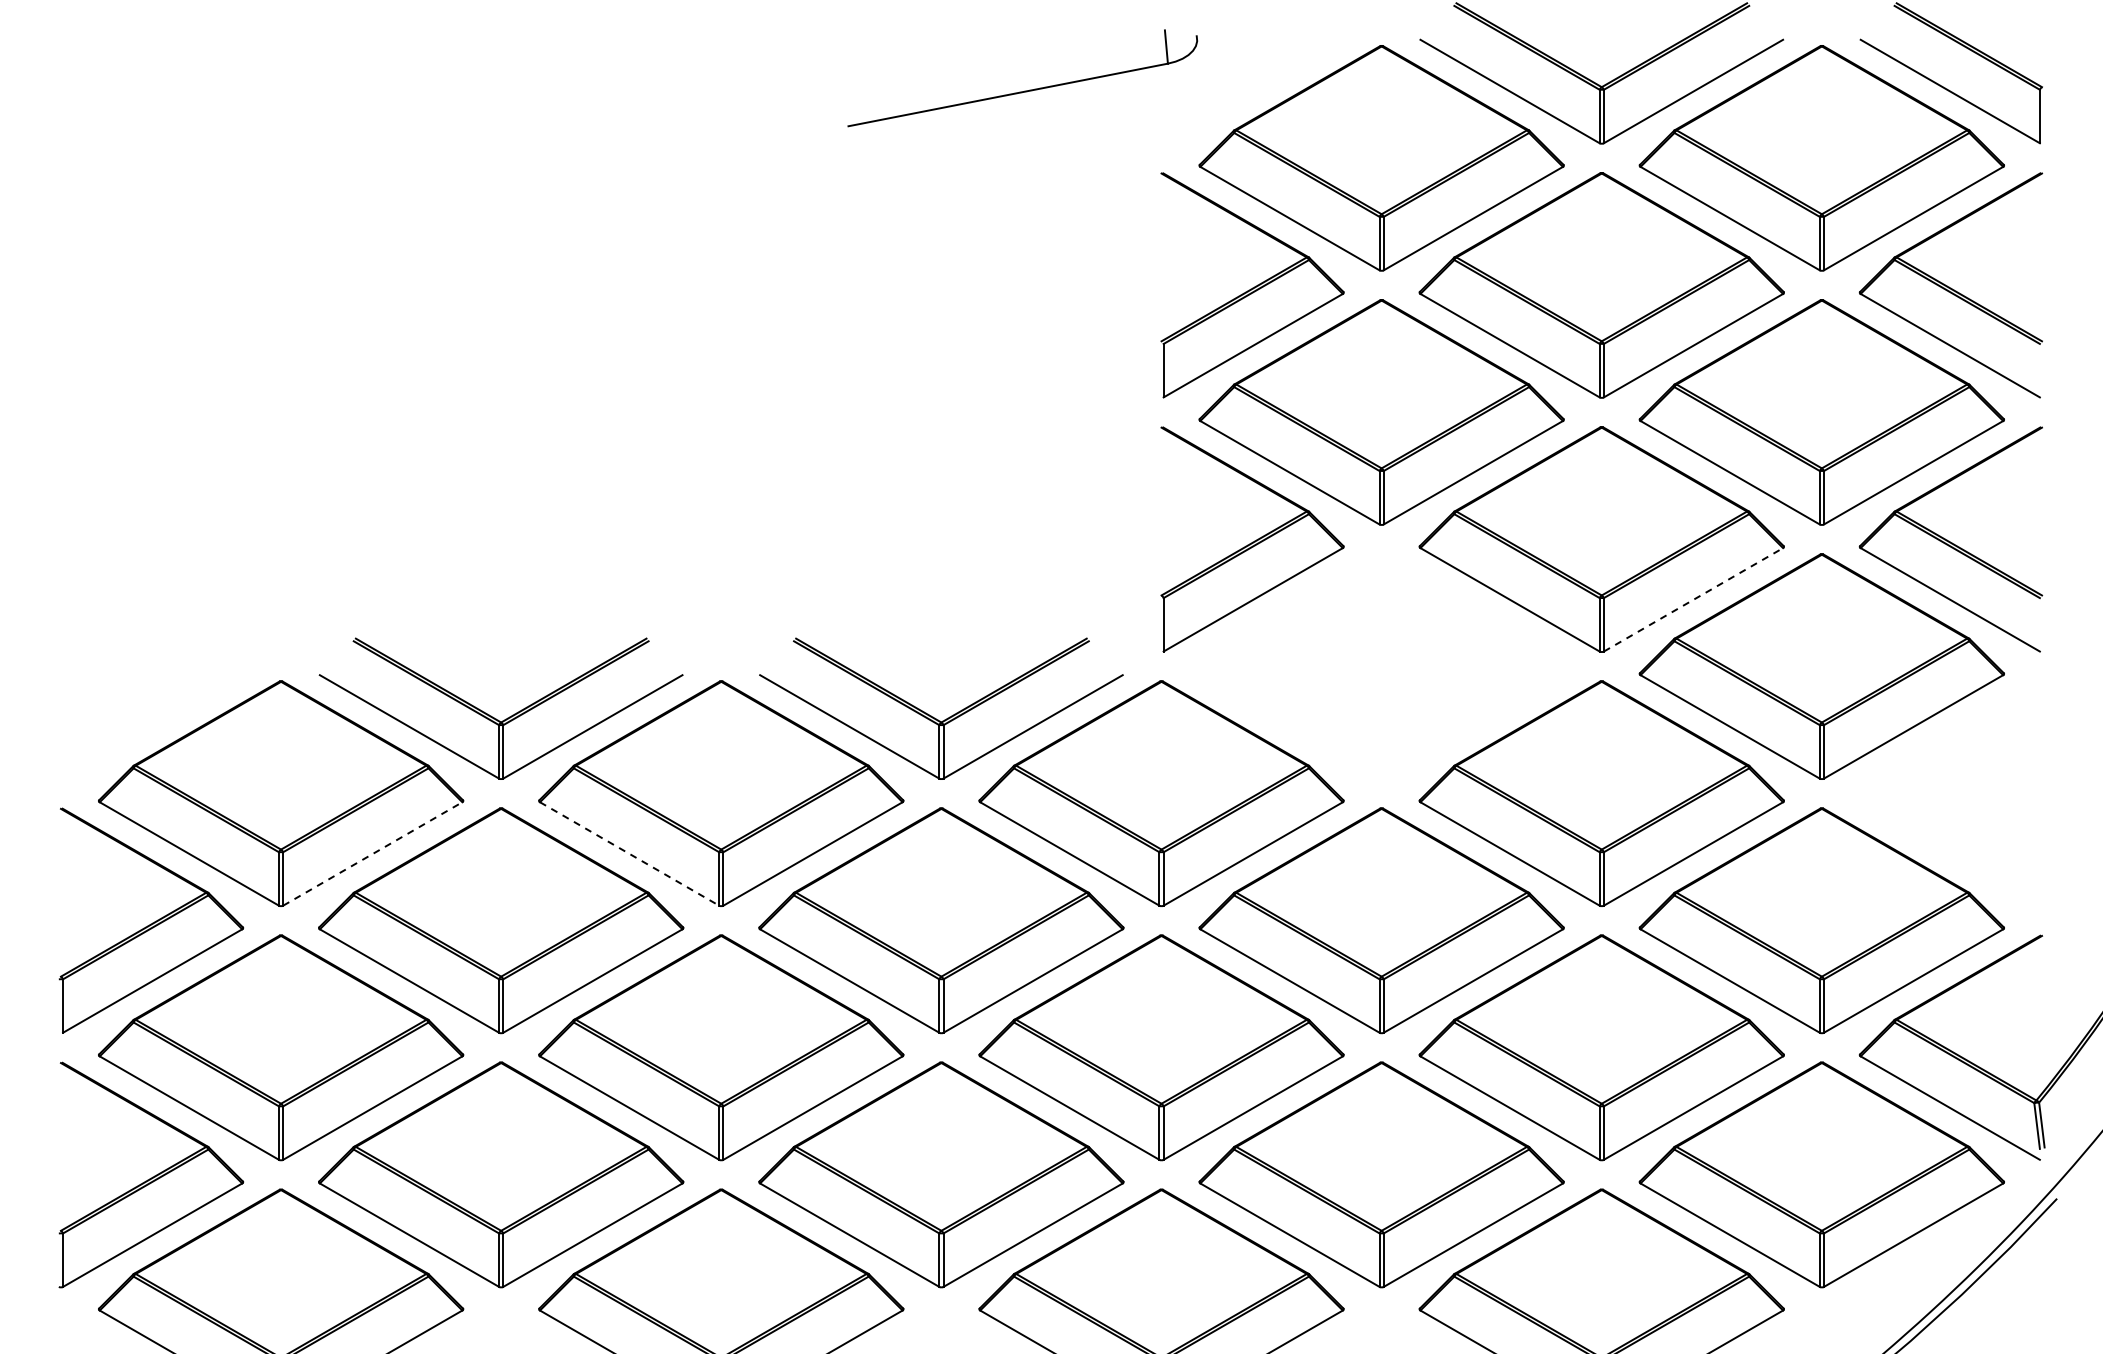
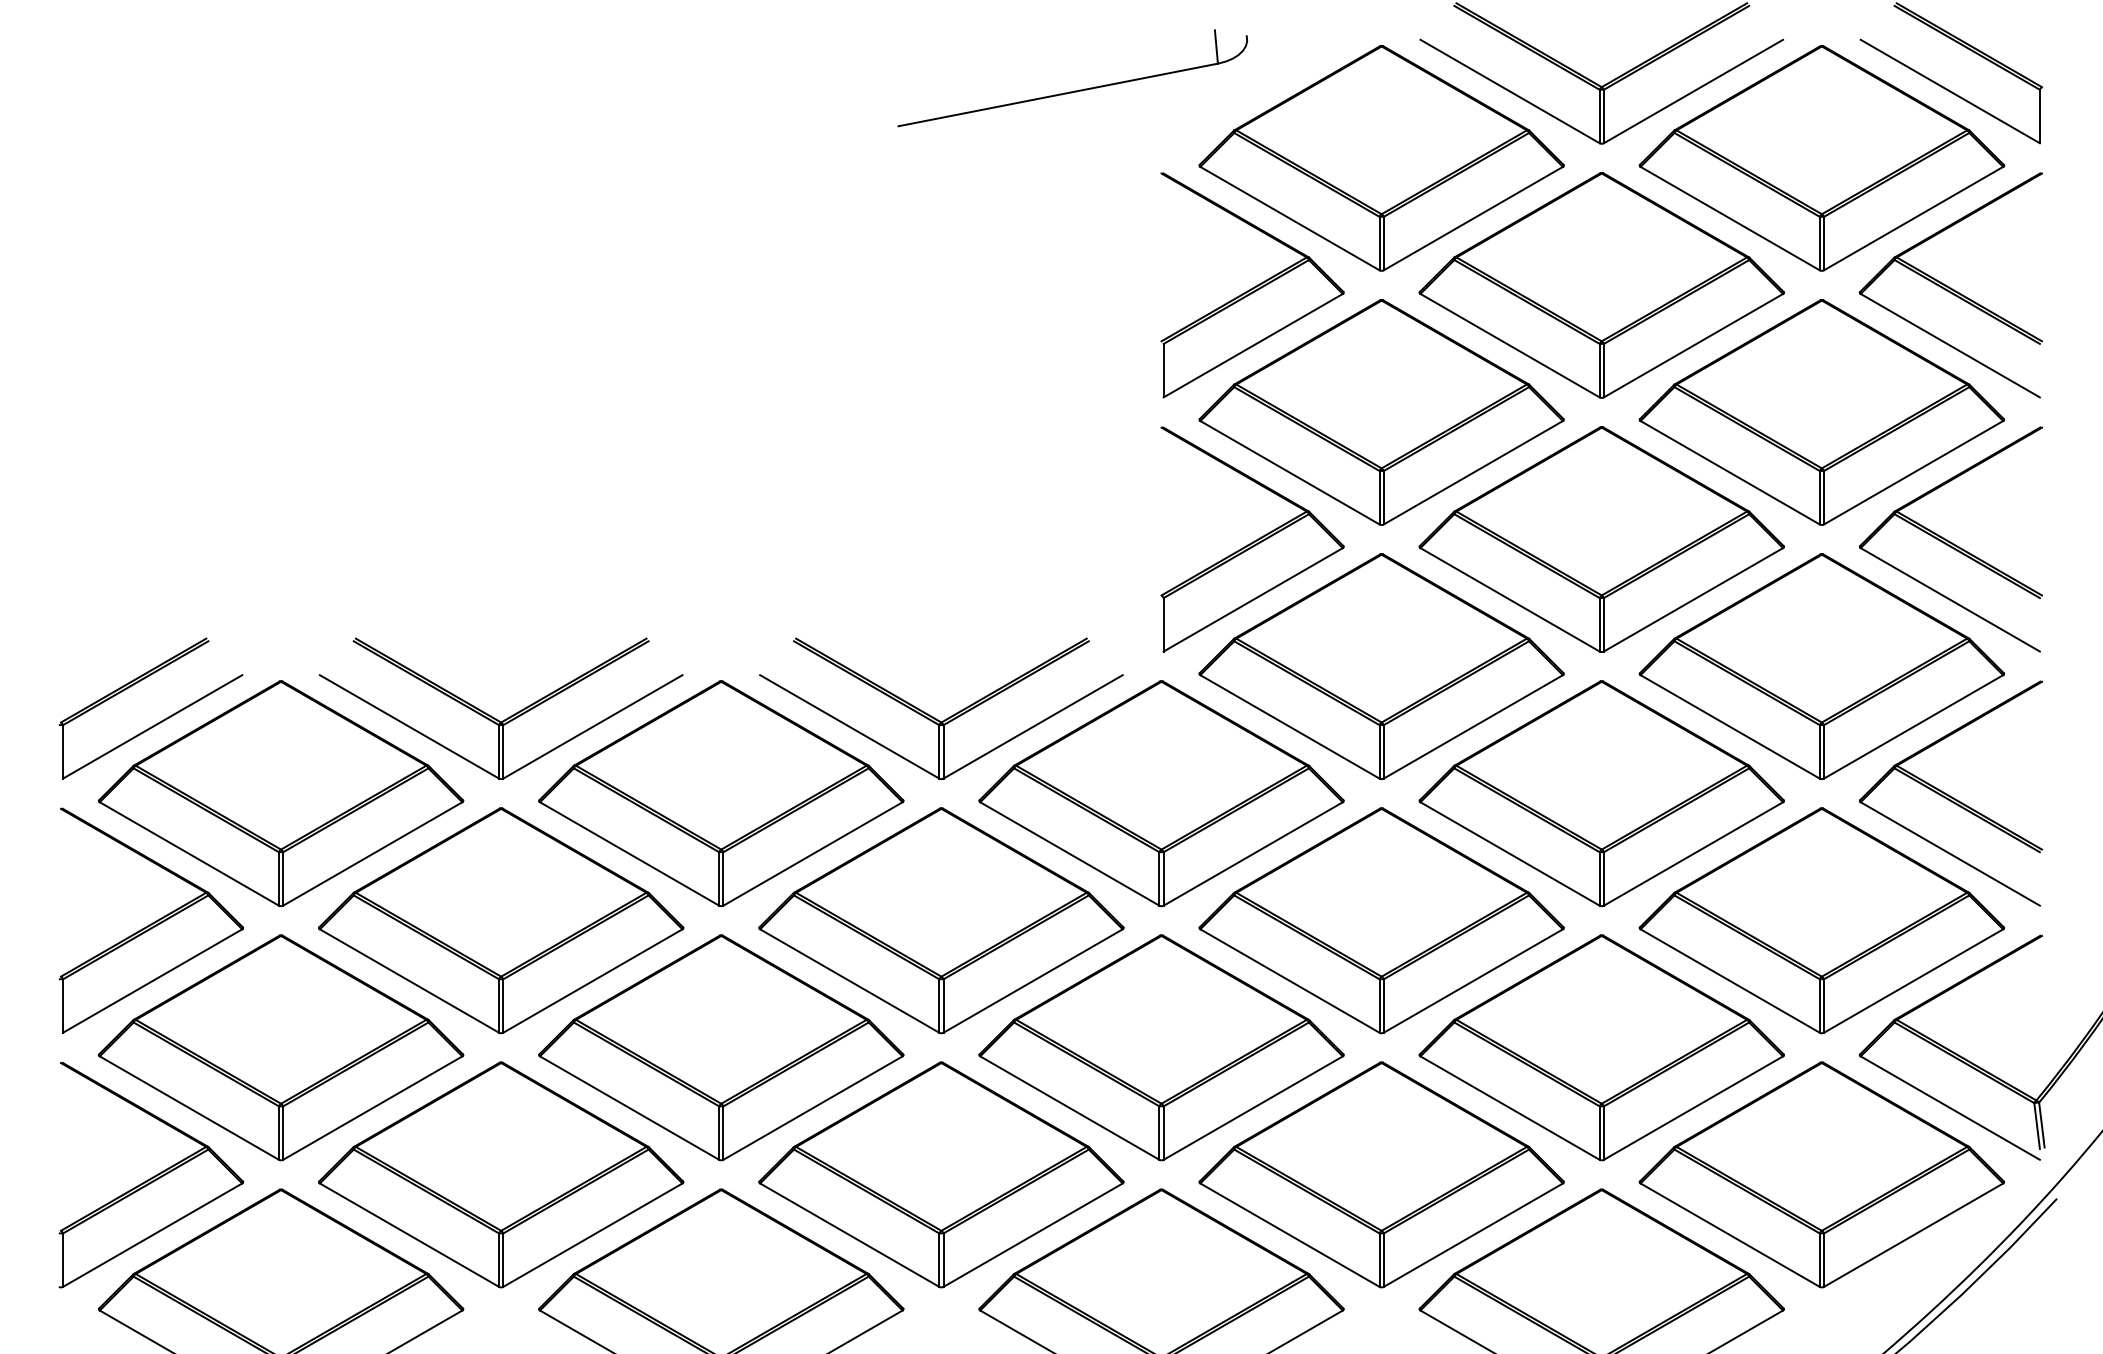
part at (1024, 90) position: (1024, 90) -> (1074, 90)
line at (1693, 599): dashed -> solid
part at (1381, 666): none -> present
part at (159, 721): none -> present
part at (1950, 793): none -> present
line at (373, 853): dashed -> solid
line at (630, 854): dashed -> solid
